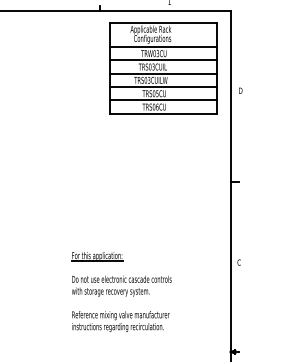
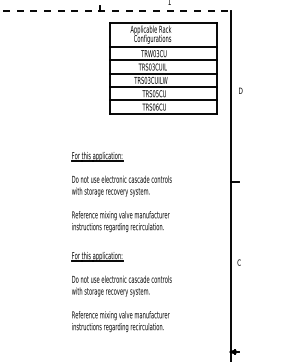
line at (115, 11): solid -> dashed
part at (121, 191): none -> present
